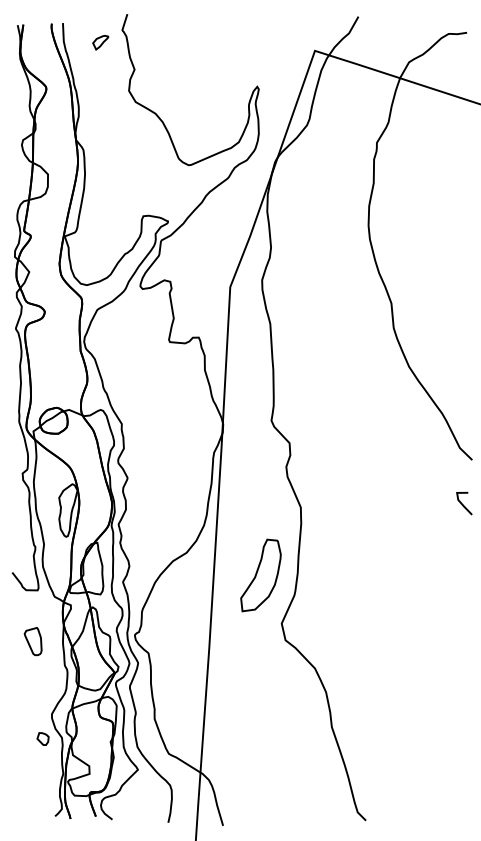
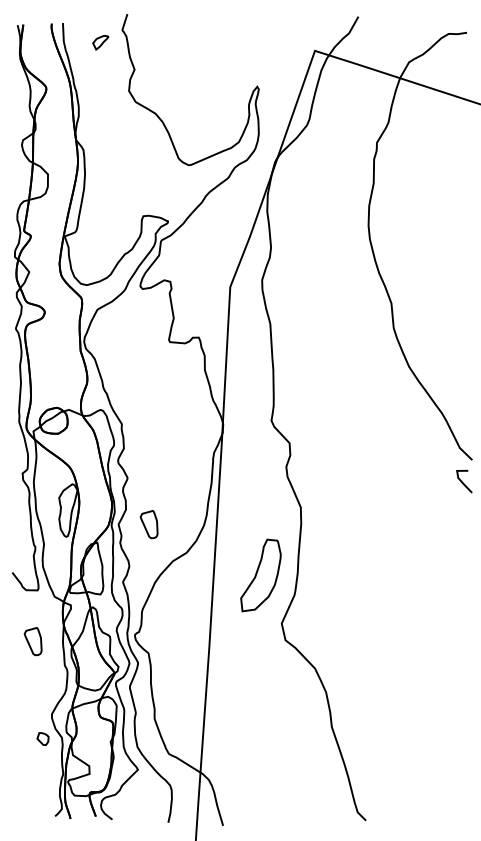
line at (463, 504) position: (463, 504) -> (463, 482)
part at (148, 524): none -> present
